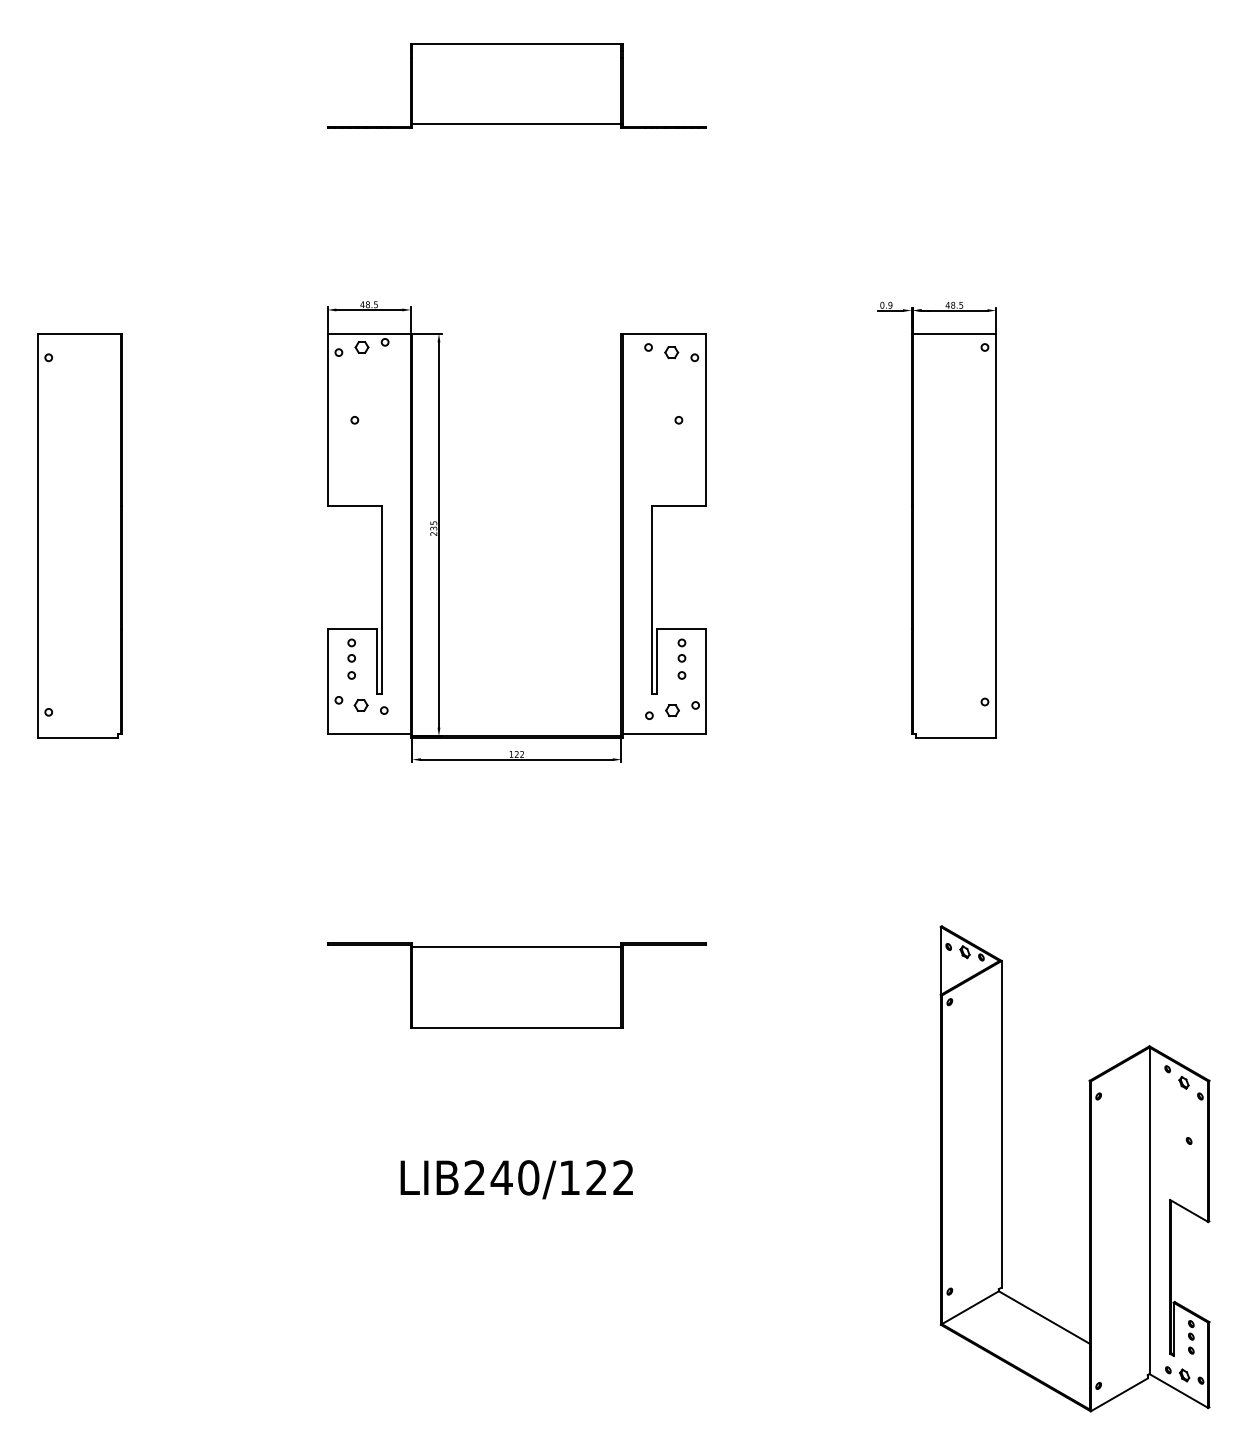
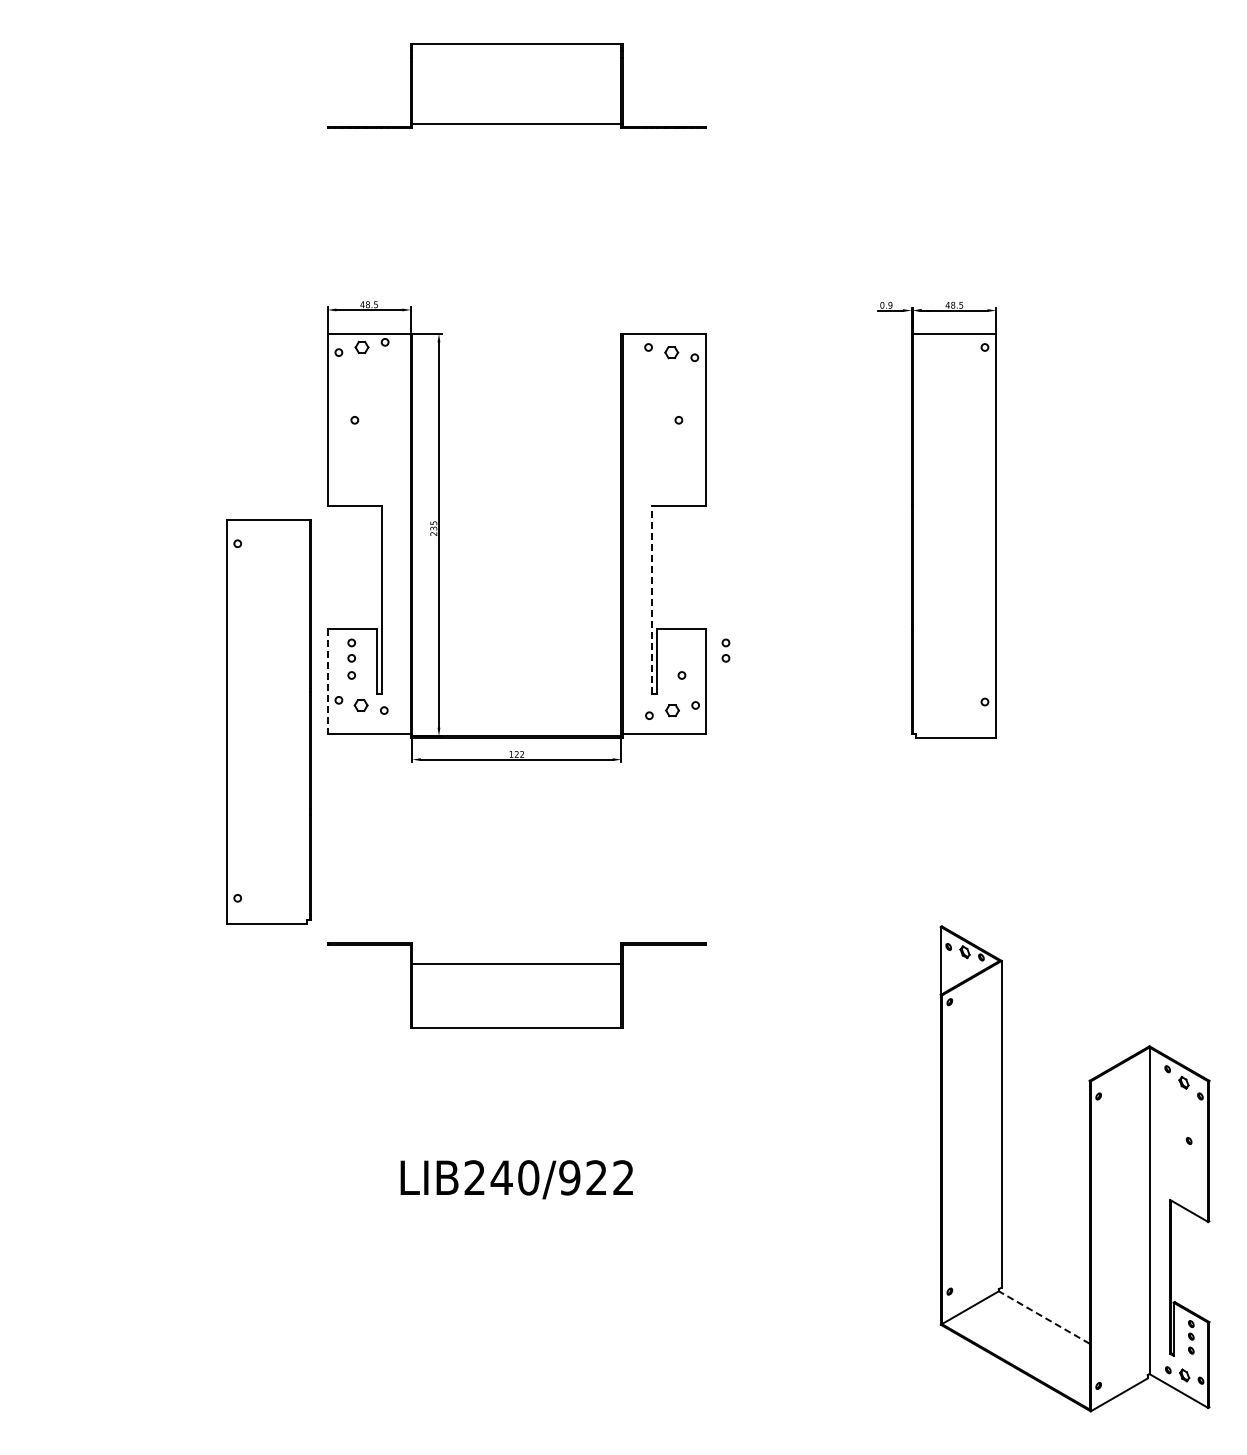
part at (79, 535) position: (79, 535) -> (268, 721)
line at (652, 599): solid -> dashed
part at (681, 650) position: (681, 650) -> (725, 650)
line at (327, 681): solid -> dashed
line at (516, 947) position: (516, 947) -> (516, 964)
text at (569, 1177): LIB240/122 -> LIB240/922
line at (1043, 1317): solid -> dashed
